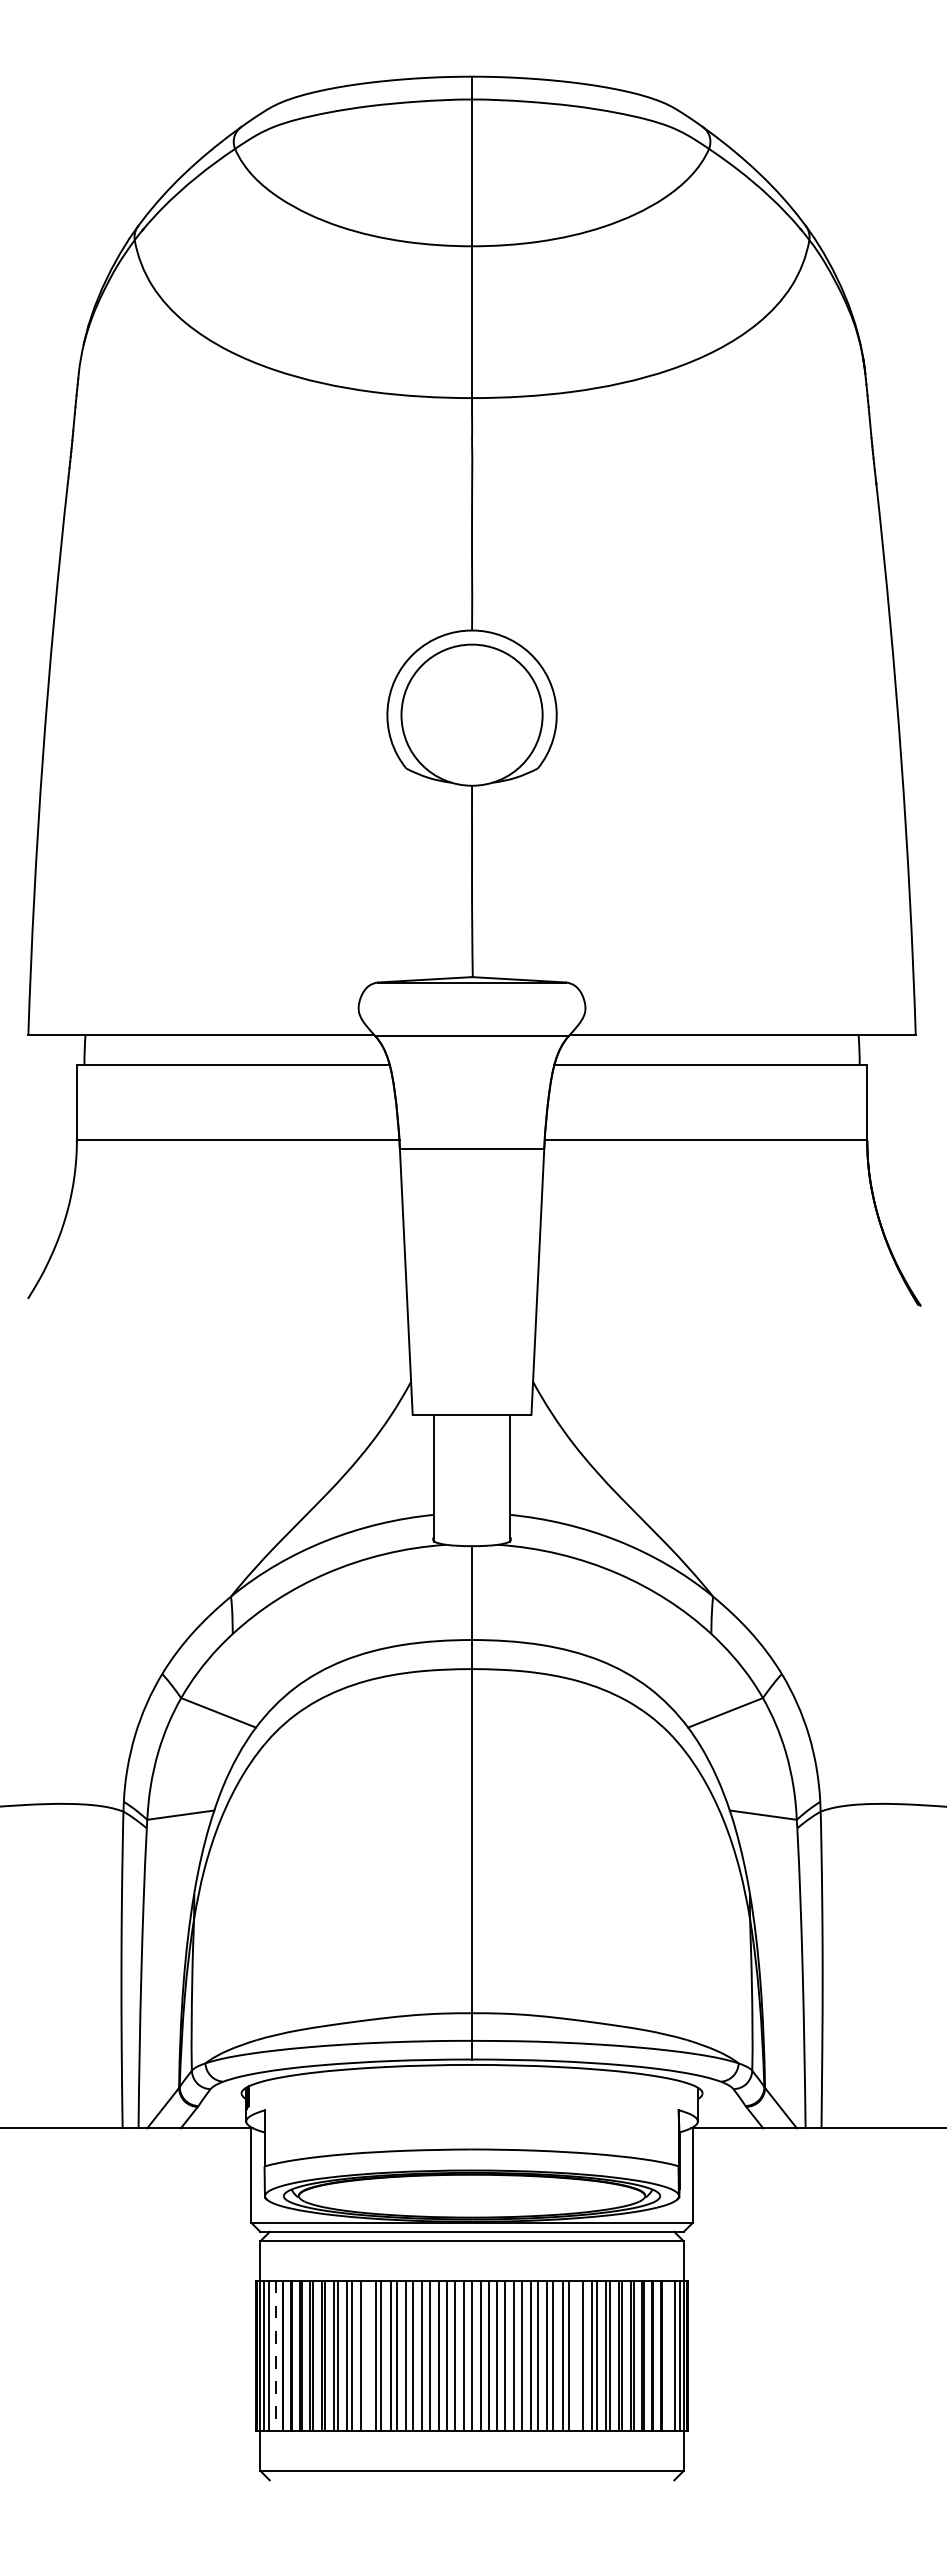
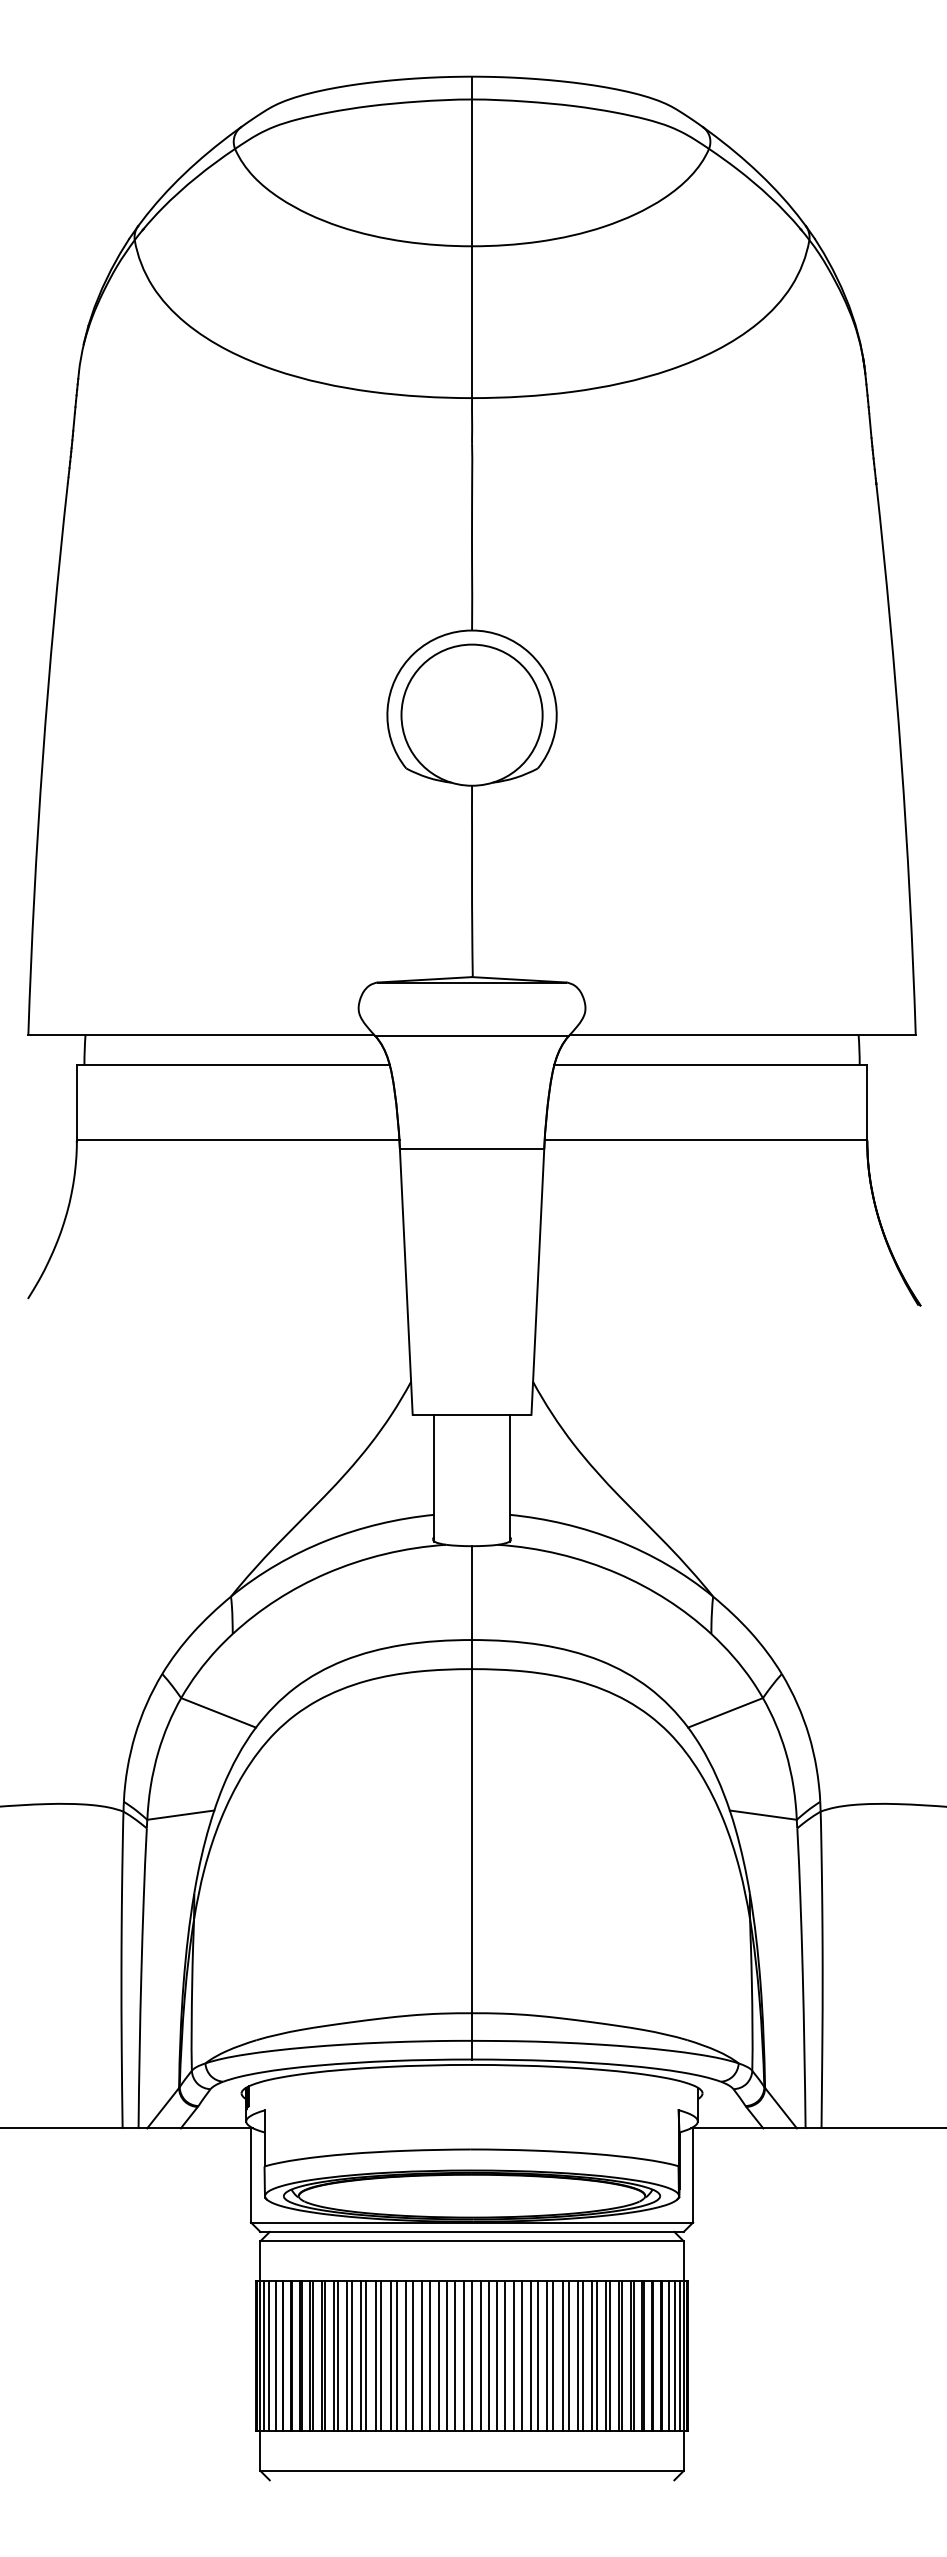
line at (366, 2355): none -> present
line at (577, 2355): none -> present
line at (668, 2355): none -> present
line at (275, 2356): dashed -> solid
